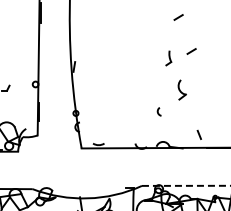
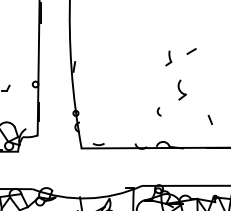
line at (178, 17): present -> none
line at (198, 134) position: (198, 134) -> (209, 119)
arc at (186, 185): dashed -> solid
